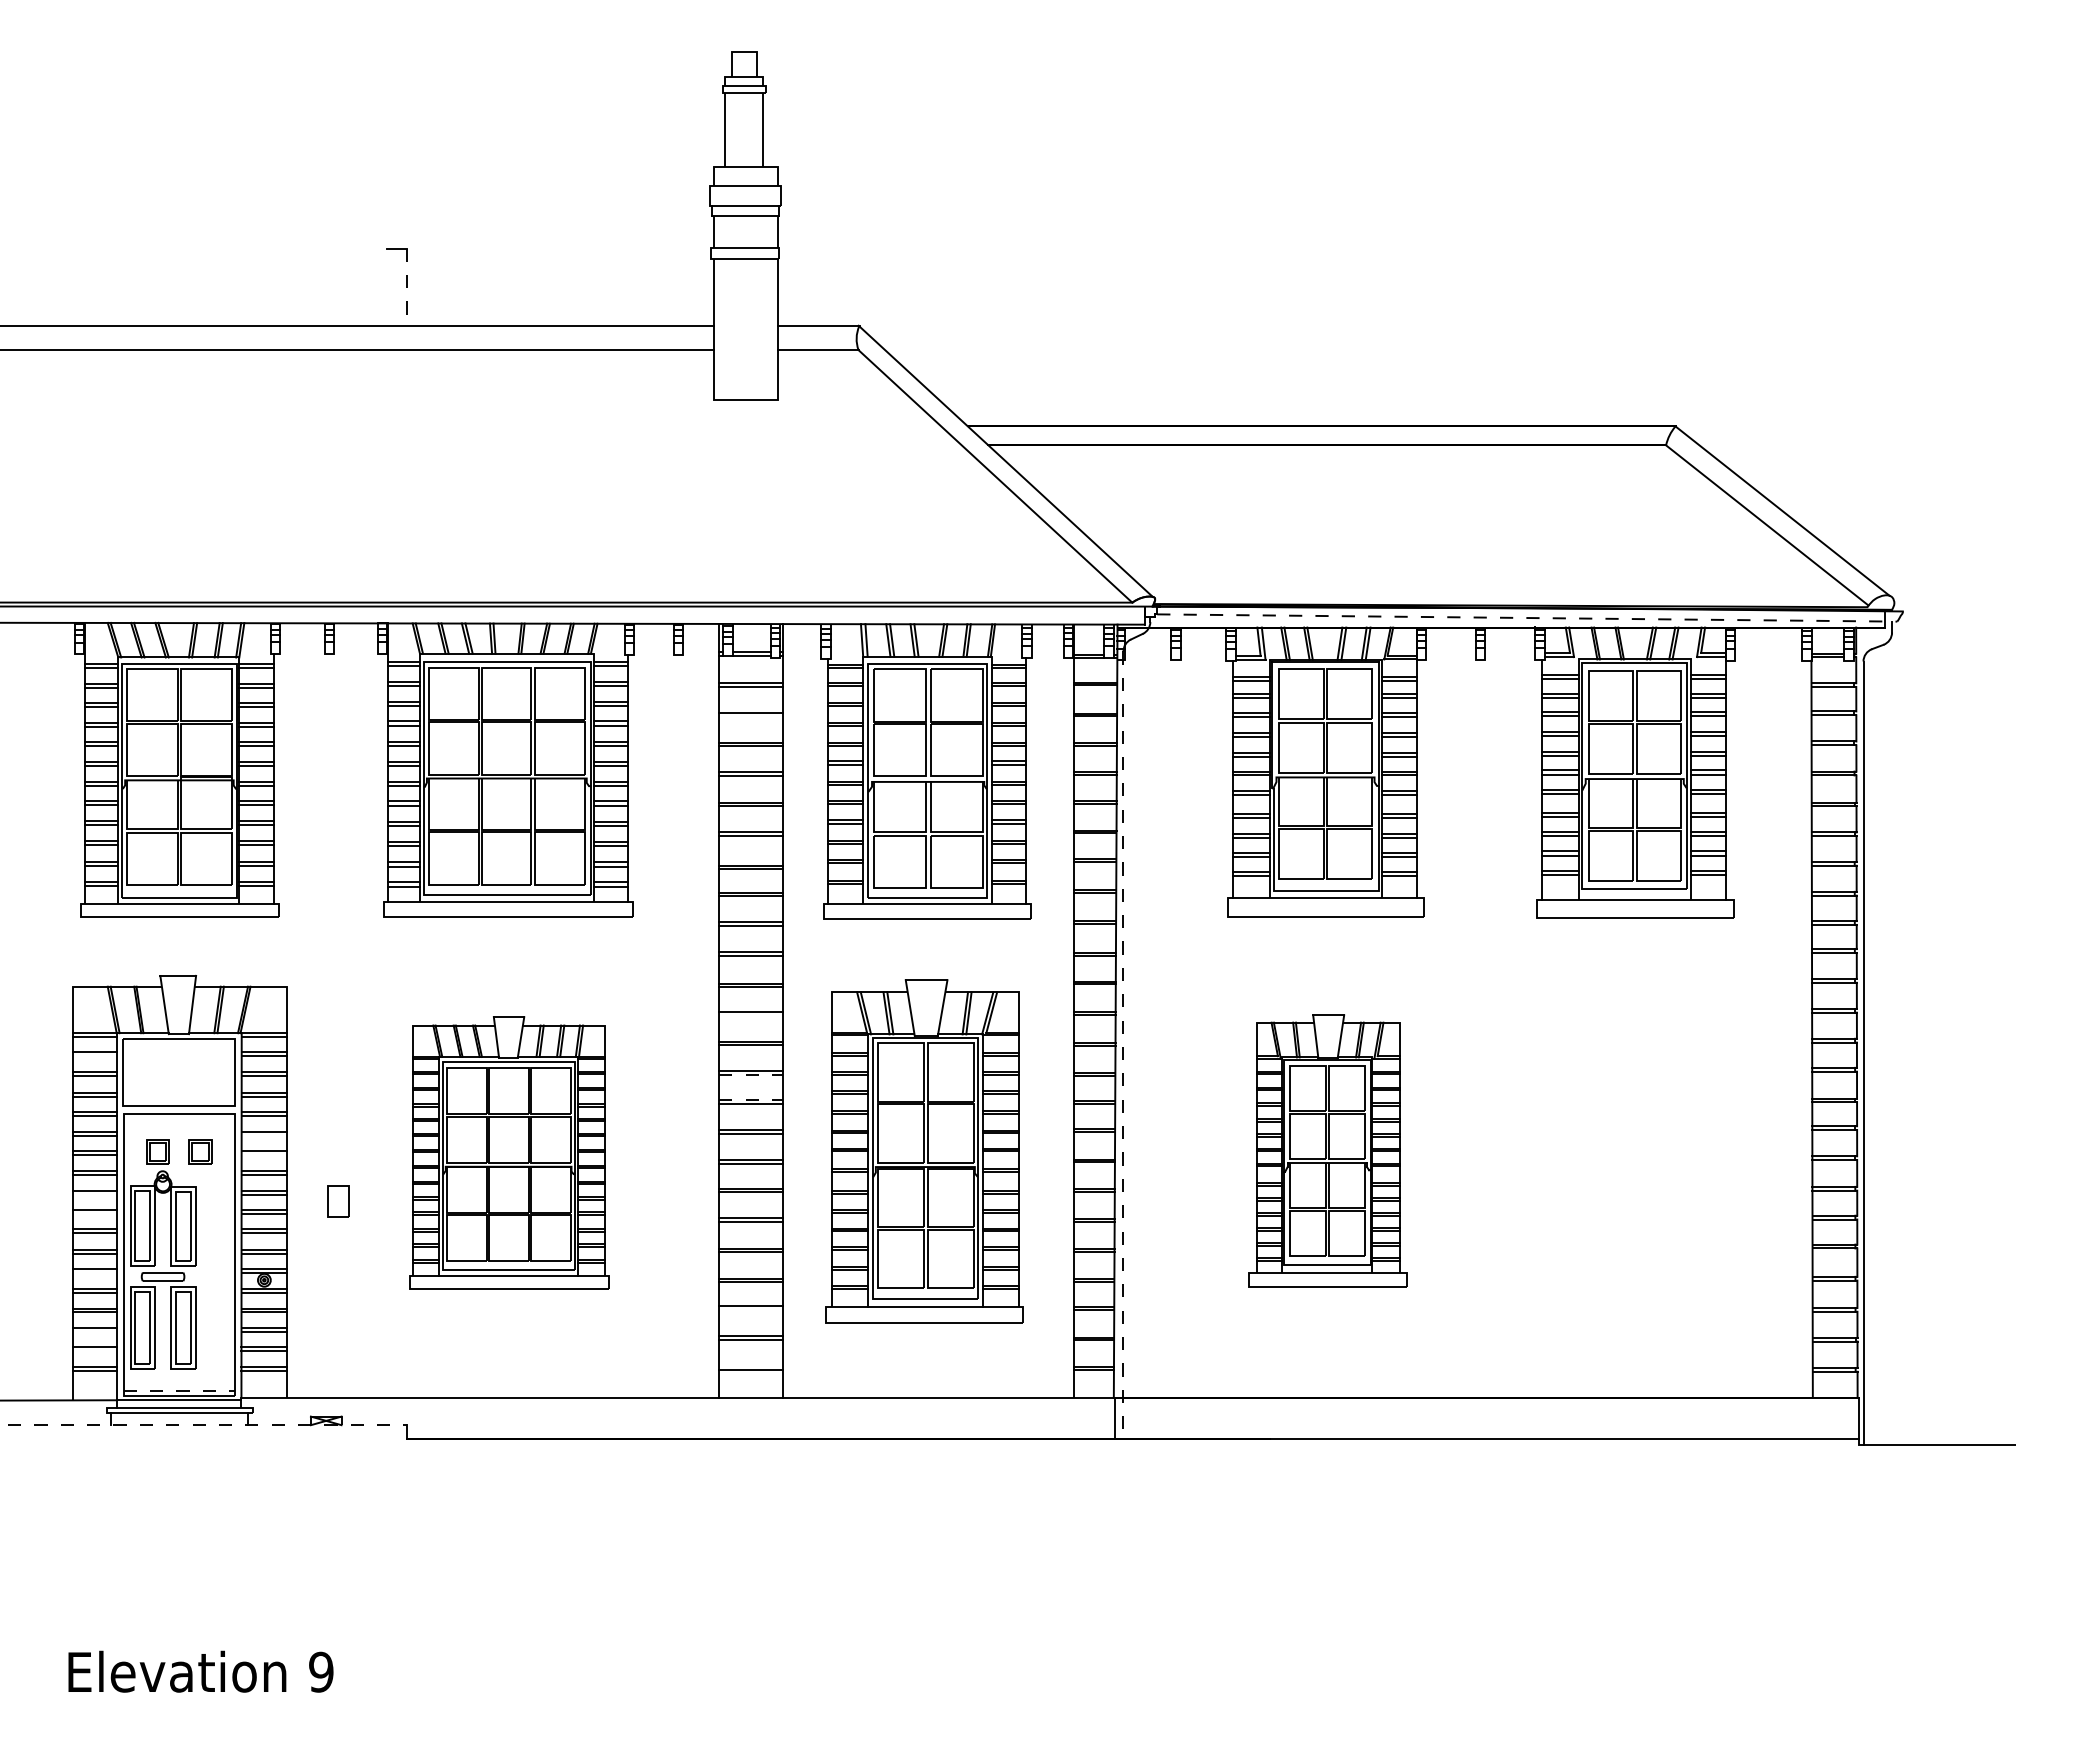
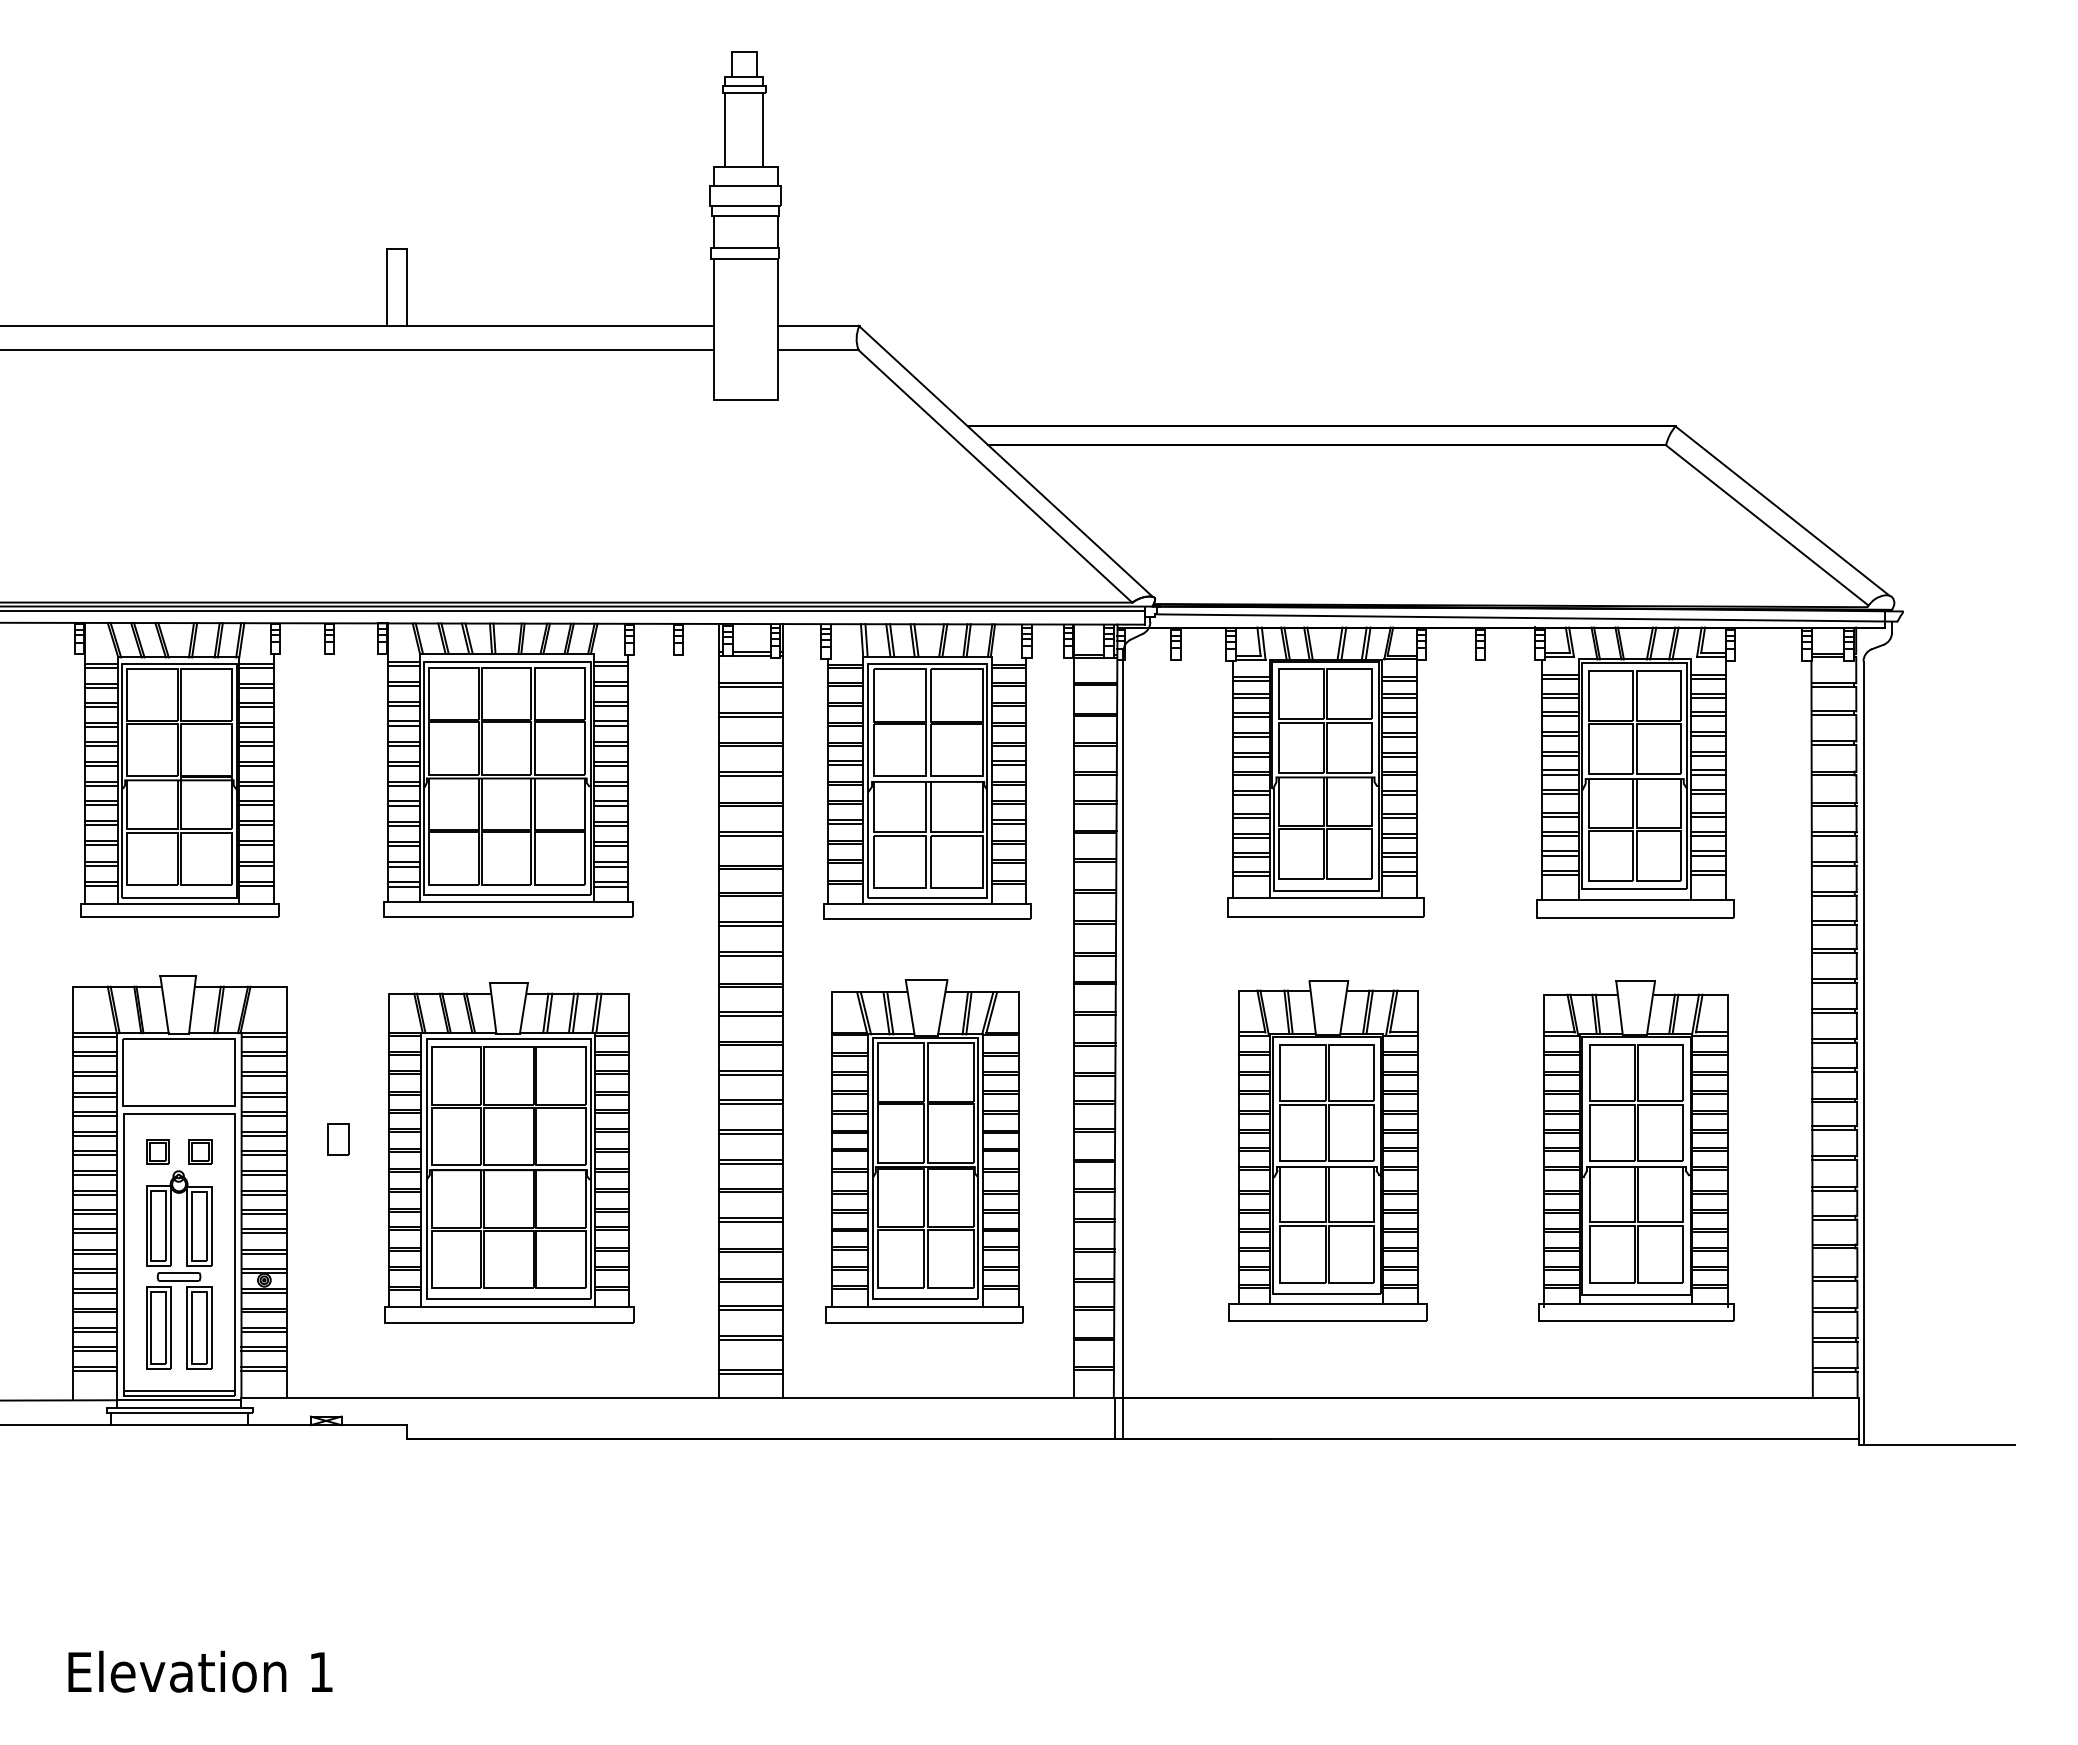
line at (386, 286): none -> present
line at (407, 287): dashed -> solid
line at (573, 611): none -> present
line at (1527, 618): dashed -> solid
line at (751, 717): none -> present
line at (751, 1015): none -> present
line at (1123, 1044): dashed -> solid
line at (94, 1056): none -> present
line at (751, 1075): dashed -> solid
line at (751, 1099): dashed -> solid
line at (263, 1135): none -> present
part at (1327, 1150) size: 160x274 px -> 200x342 px
part at (1636, 1150): none -> present
part at (509, 1152) size: 201x274 px -> 251x342 px
line at (263, 1155): none -> present
line at (94, 1194): none -> present
part at (338, 1201) position: (338, 1201) -> (338, 1139)
line at (94, 1214): none -> present
part at (163, 1269) position: (163, 1269) -> (179, 1269)
line at (94, 1272): none -> present
line at (751, 1310): none -> present
line at (94, 1331): none -> present
line at (94, 1350): none -> present
line at (751, 1374): none -> present
line at (179, 1390): dashed -> solid
line at (203, 1425): dashed -> solid
text at (321, 1671): 9 -> 1
